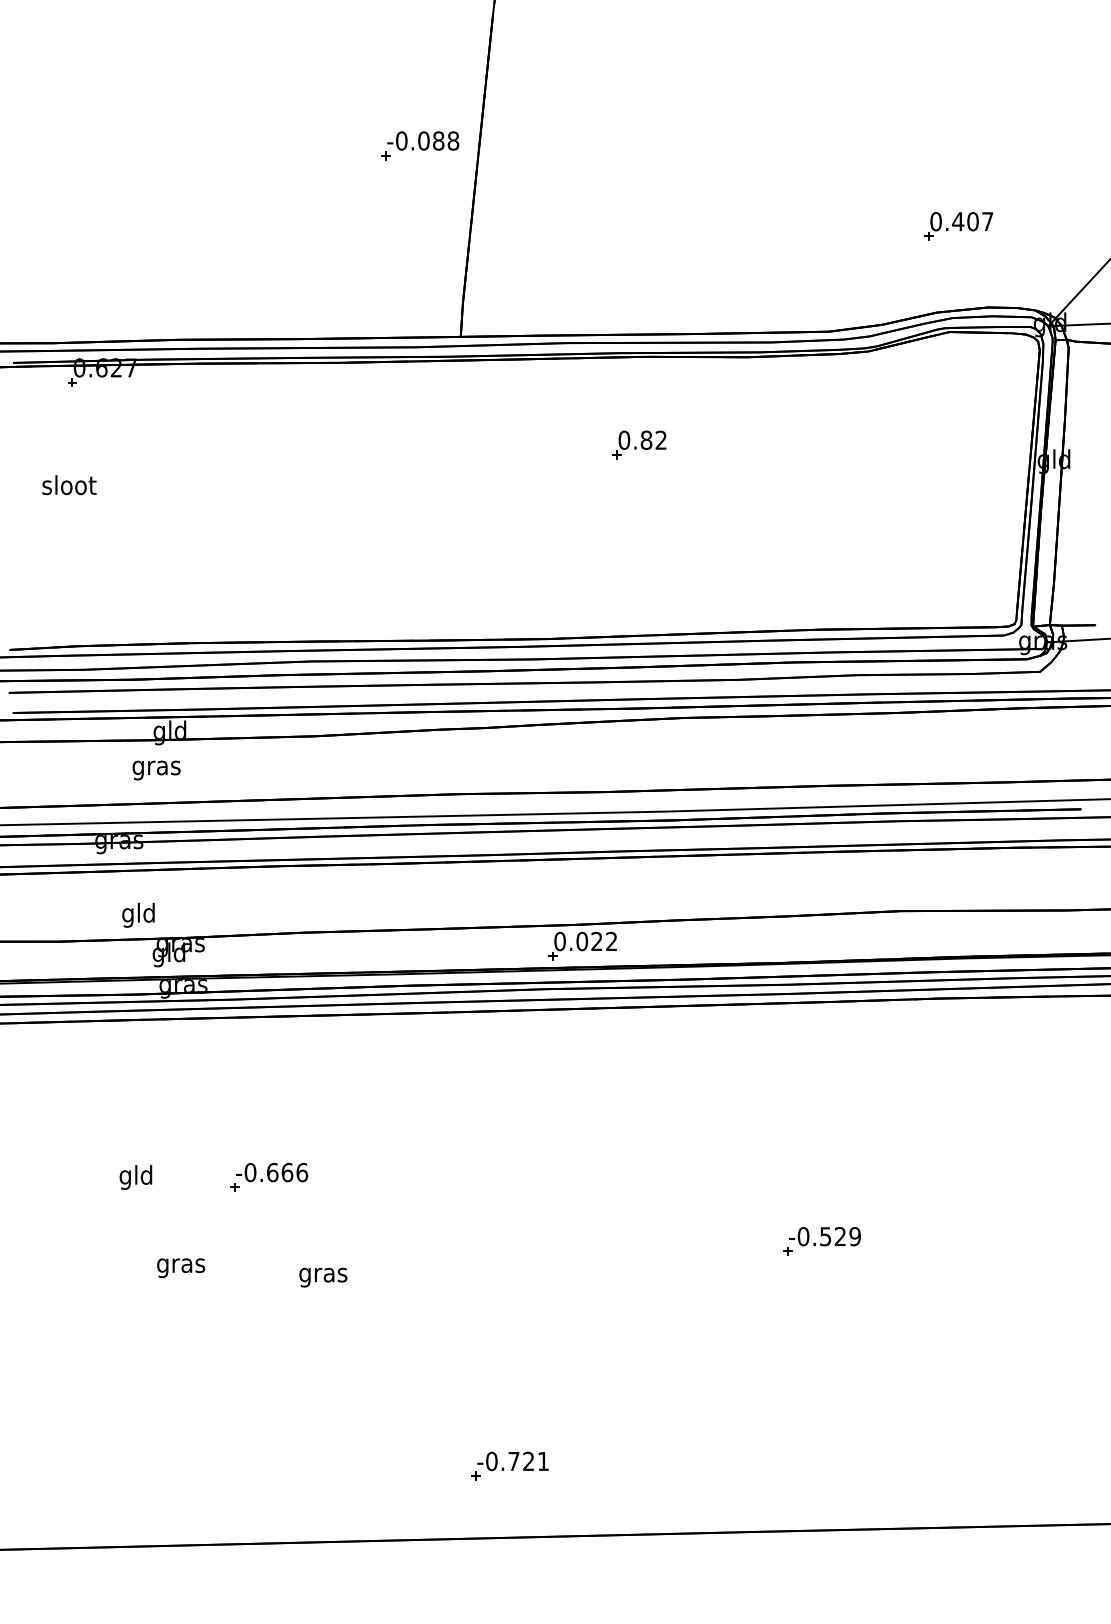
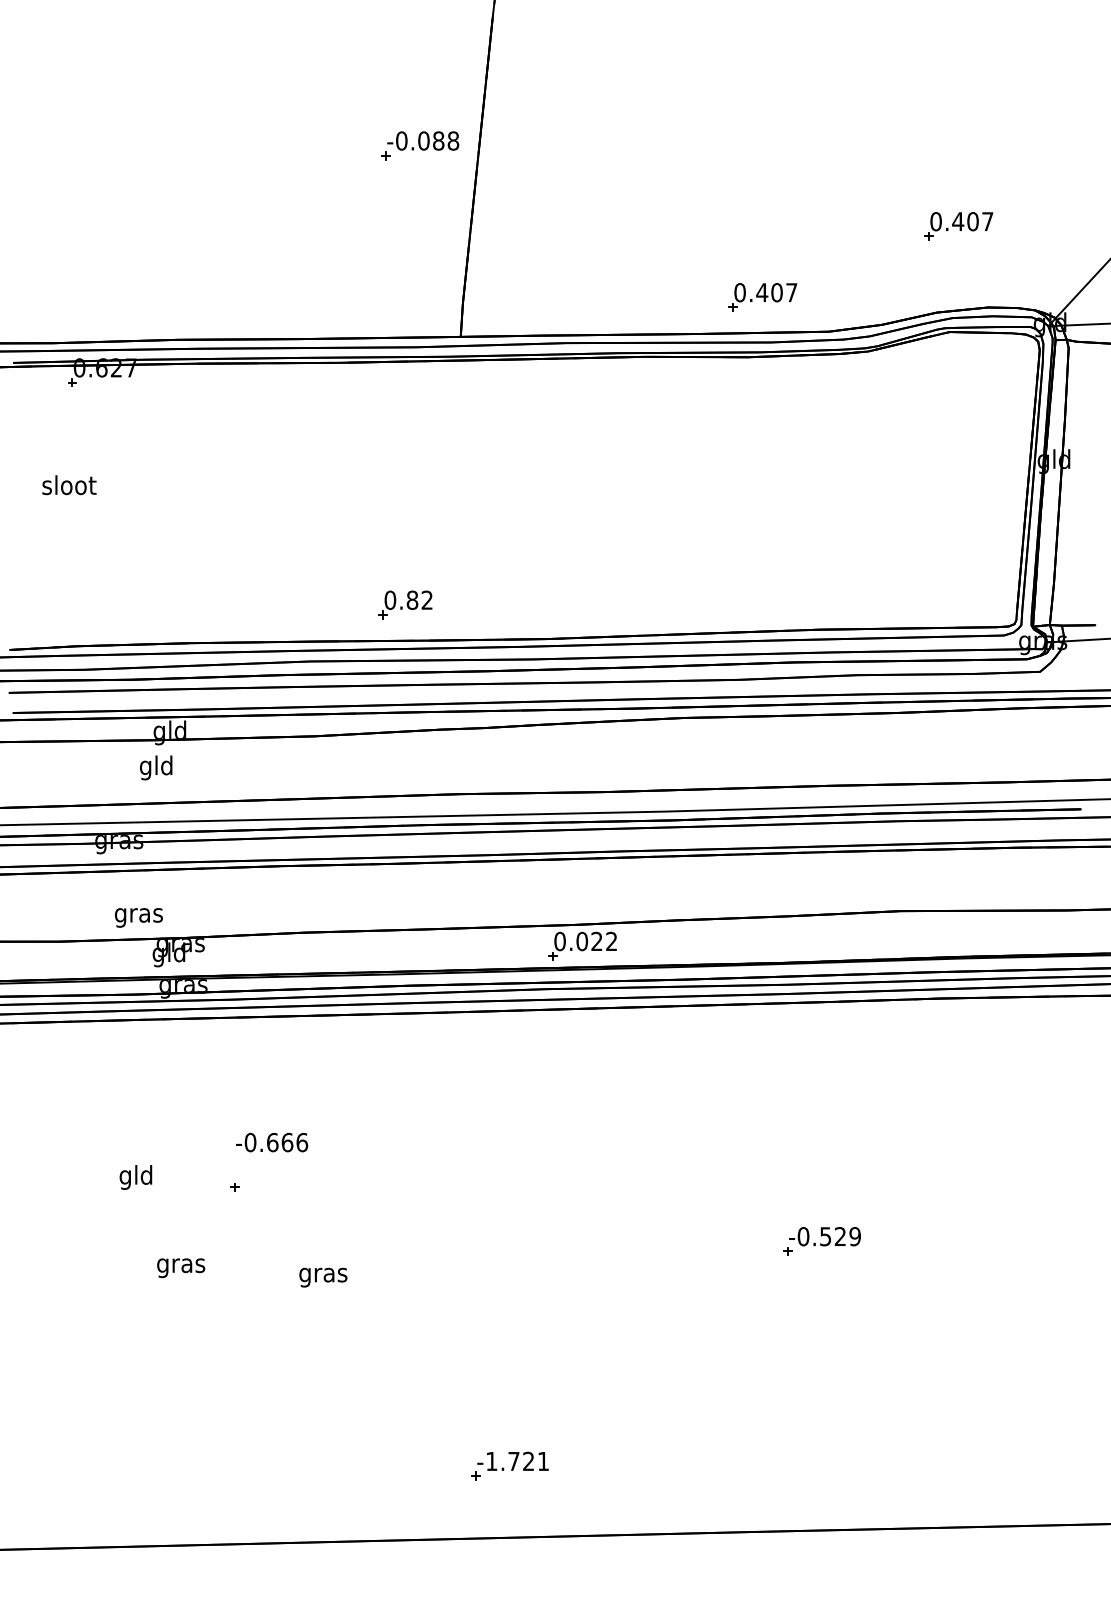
part at (762, 297): none -> present
part at (639, 444) position: (639, 444) -> (405, 604)
text at (156, 767): gras -> gld
text at (138, 914): gld -> gras
text at (272, 1172) position: (272, 1172) -> (272, 1142)
text at (491, 1461): -0.721 -> -1.721
